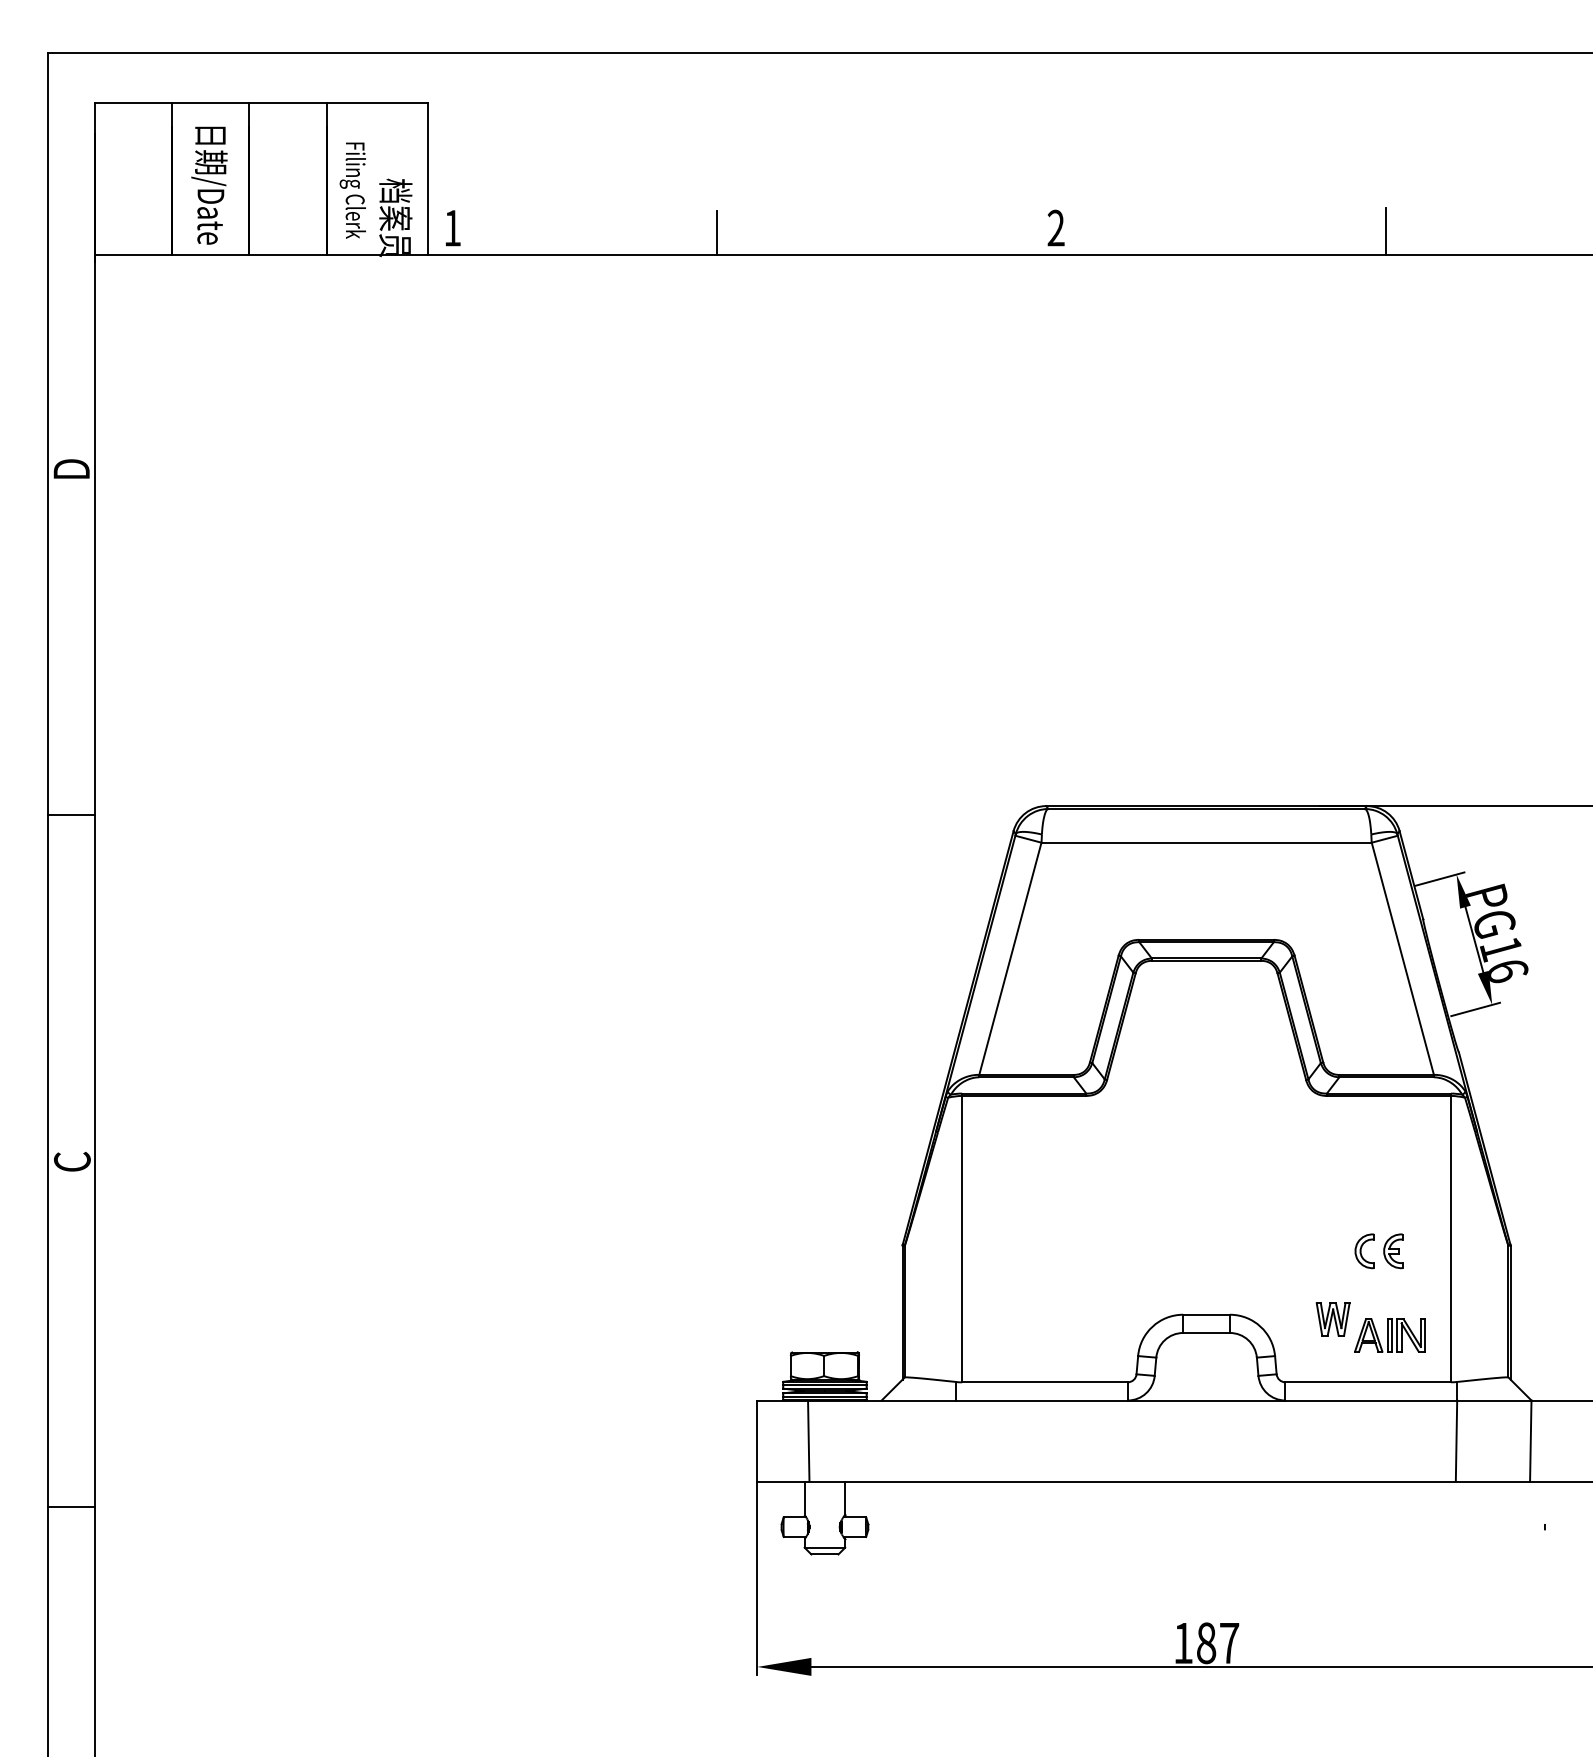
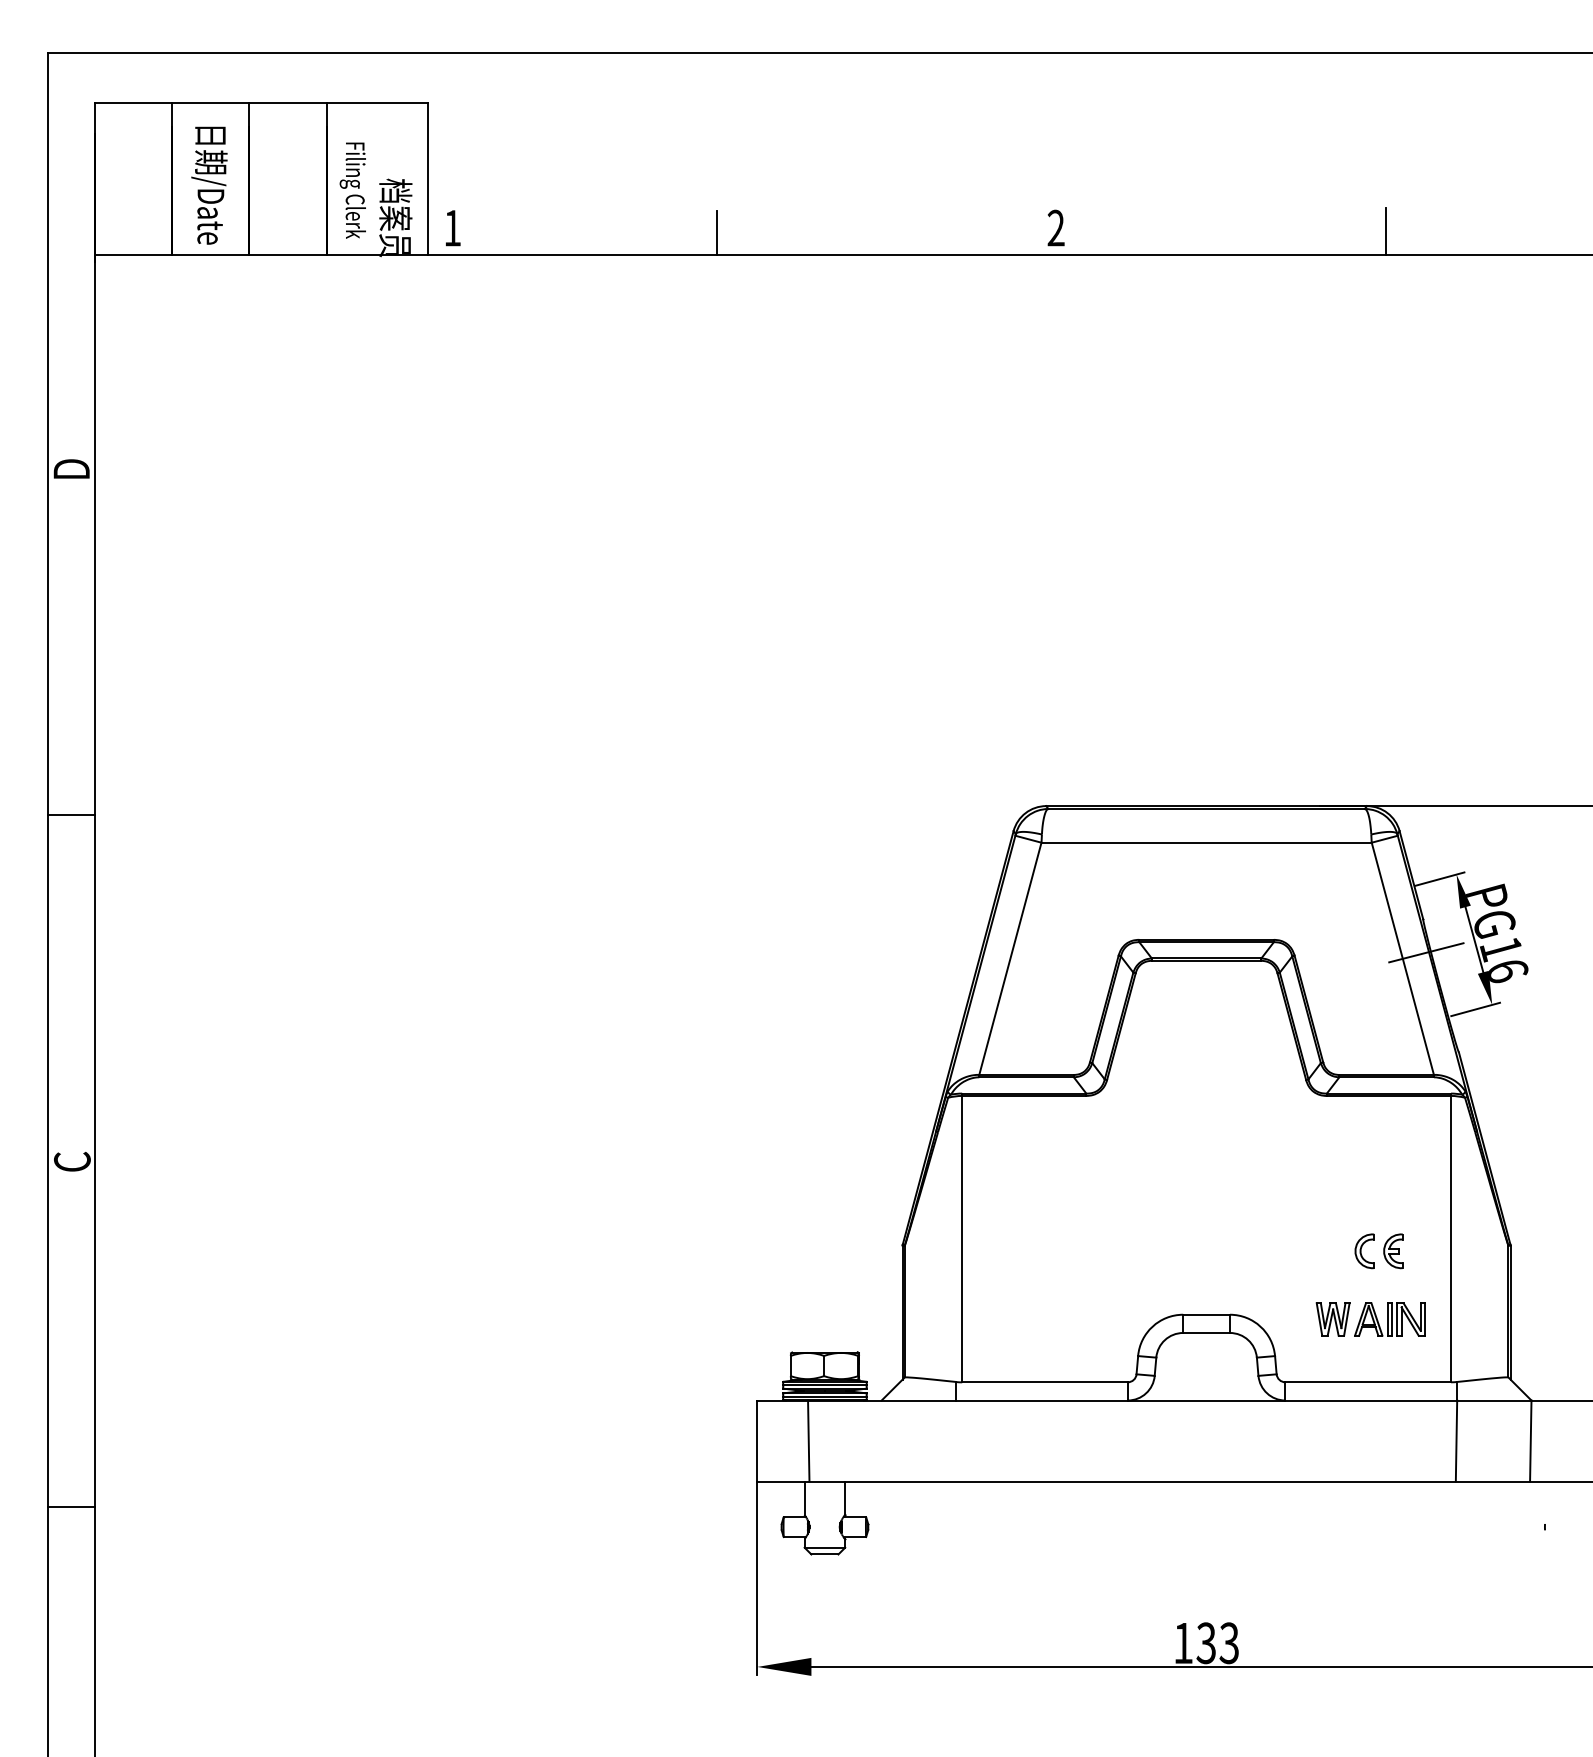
line at (1426, 952): none -> present
part at (1389, 1335) position: (1389, 1335) -> (1389, 1319)
text at (1217, 1643): 187 -> 133
